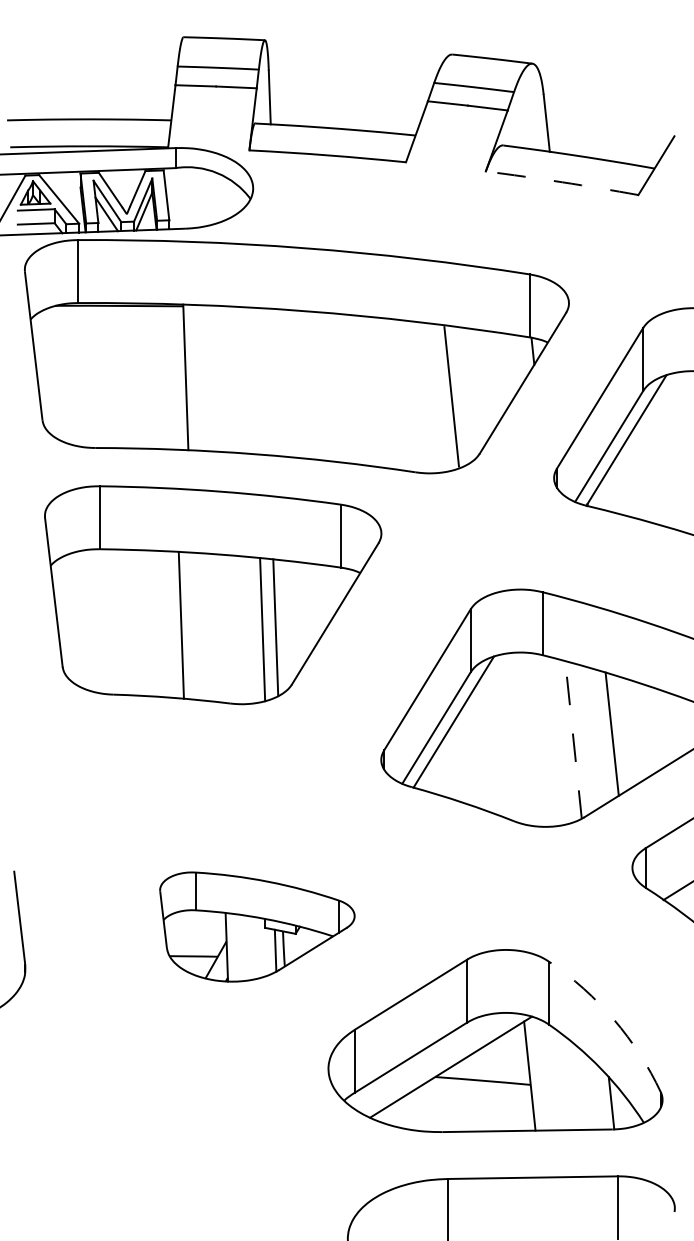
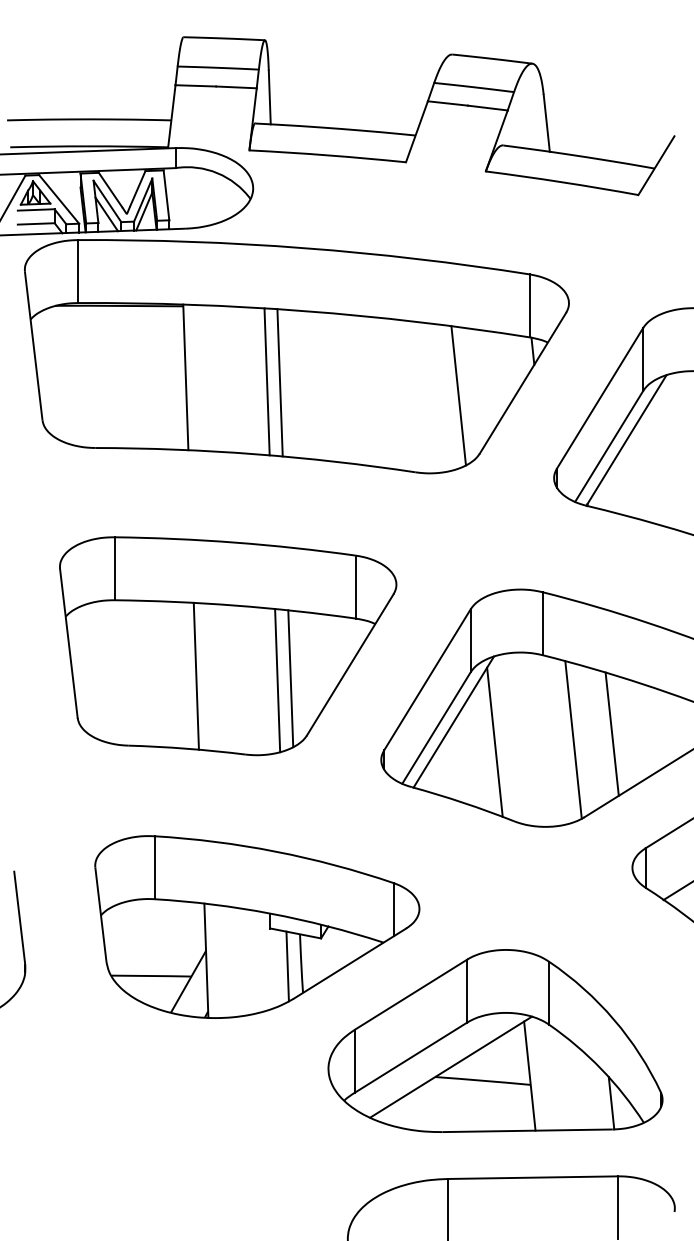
arc at (562, 182): dashed -> solid
line at (266, 381): none -> present
line at (279, 382): none -> present
line at (451, 396) position: (451, 396) -> (458, 395)
part at (213, 595) position: (213, 595) -> (228, 646)
line at (573, 739): dashed -> solid
line at (494, 741): none -> present
part at (257, 926) size: 197x112 px -> 327x184 px
arc at (614, 1019): dashed -> solid
